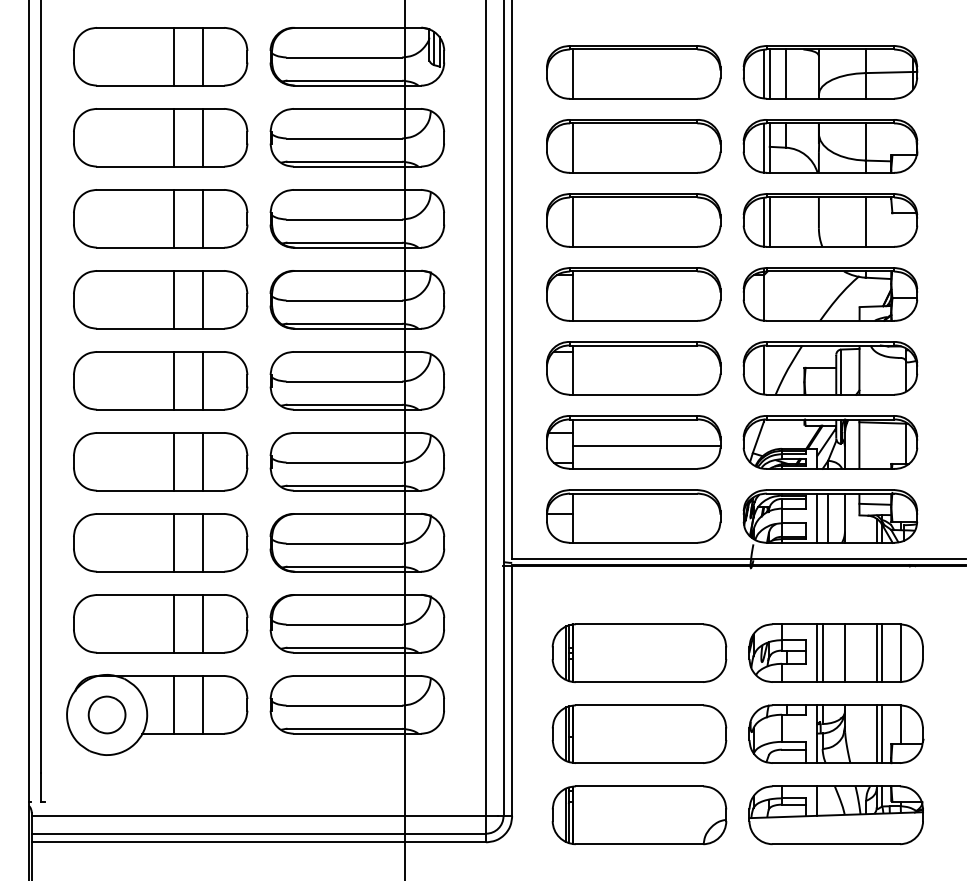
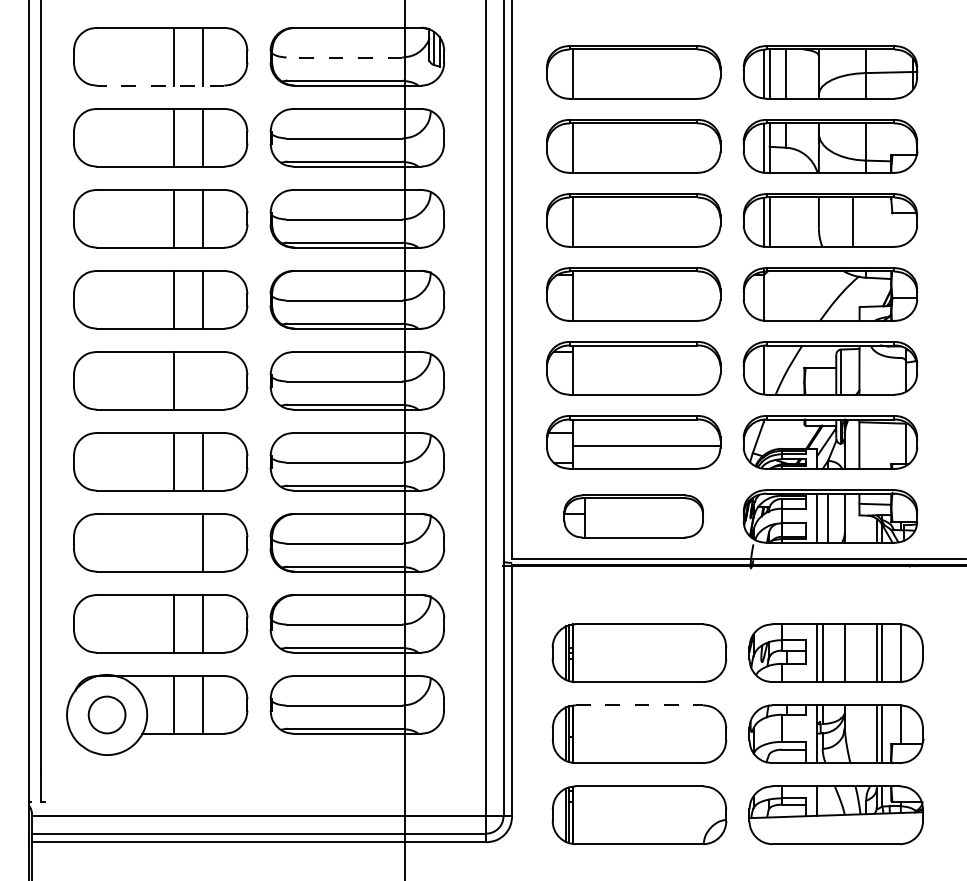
line at (344, 57): solid -> dashed
line at (160, 85): solid -> dashed
line at (865, 221) position: (865, 221) -> (852, 221)
line at (202, 380): present -> none
part at (633, 516) size: 176x55 px -> 142x45 px
line at (173, 542): present -> none
line at (639, 705): solid -> dashed
